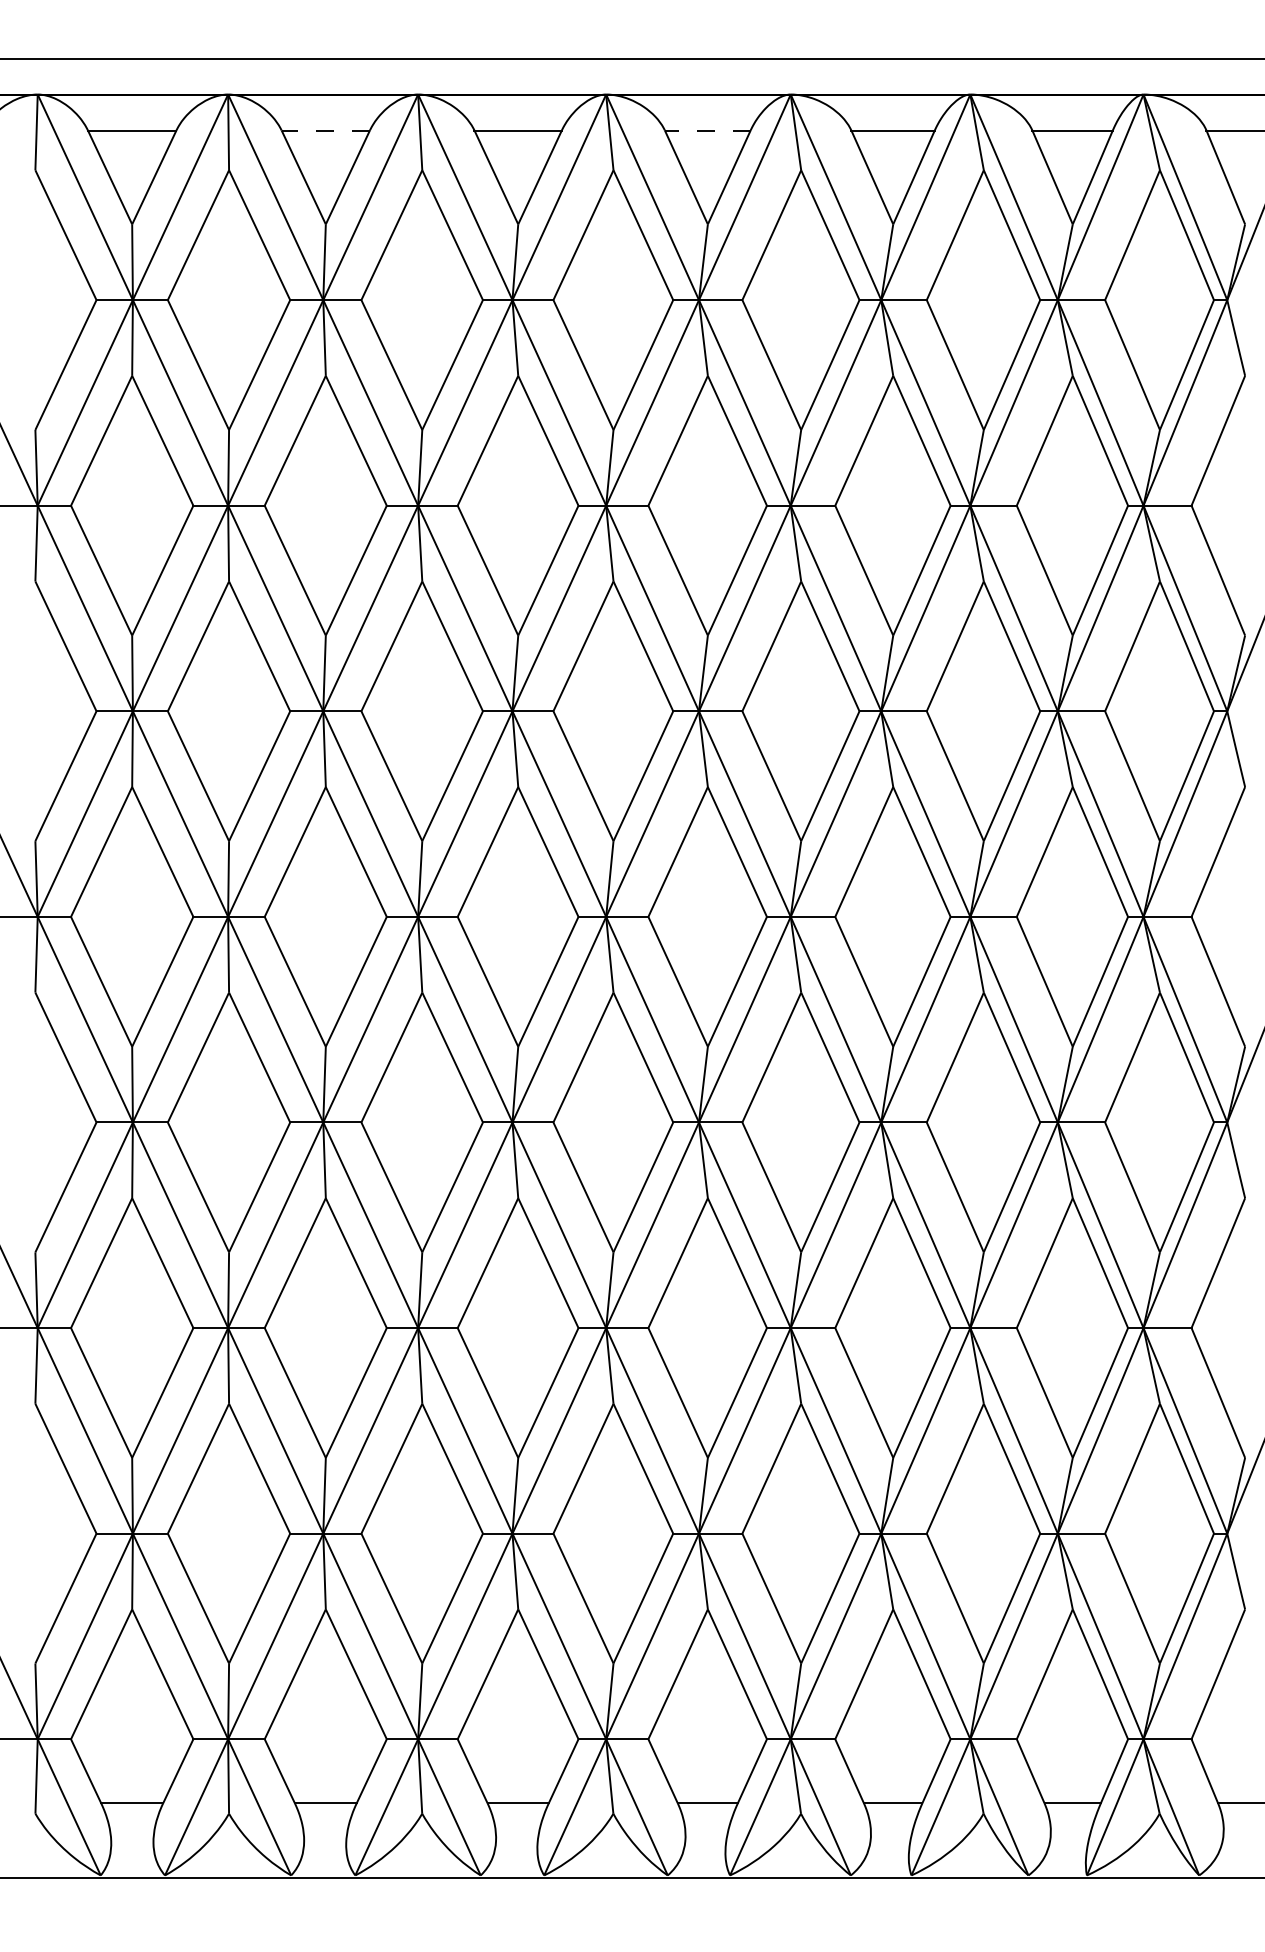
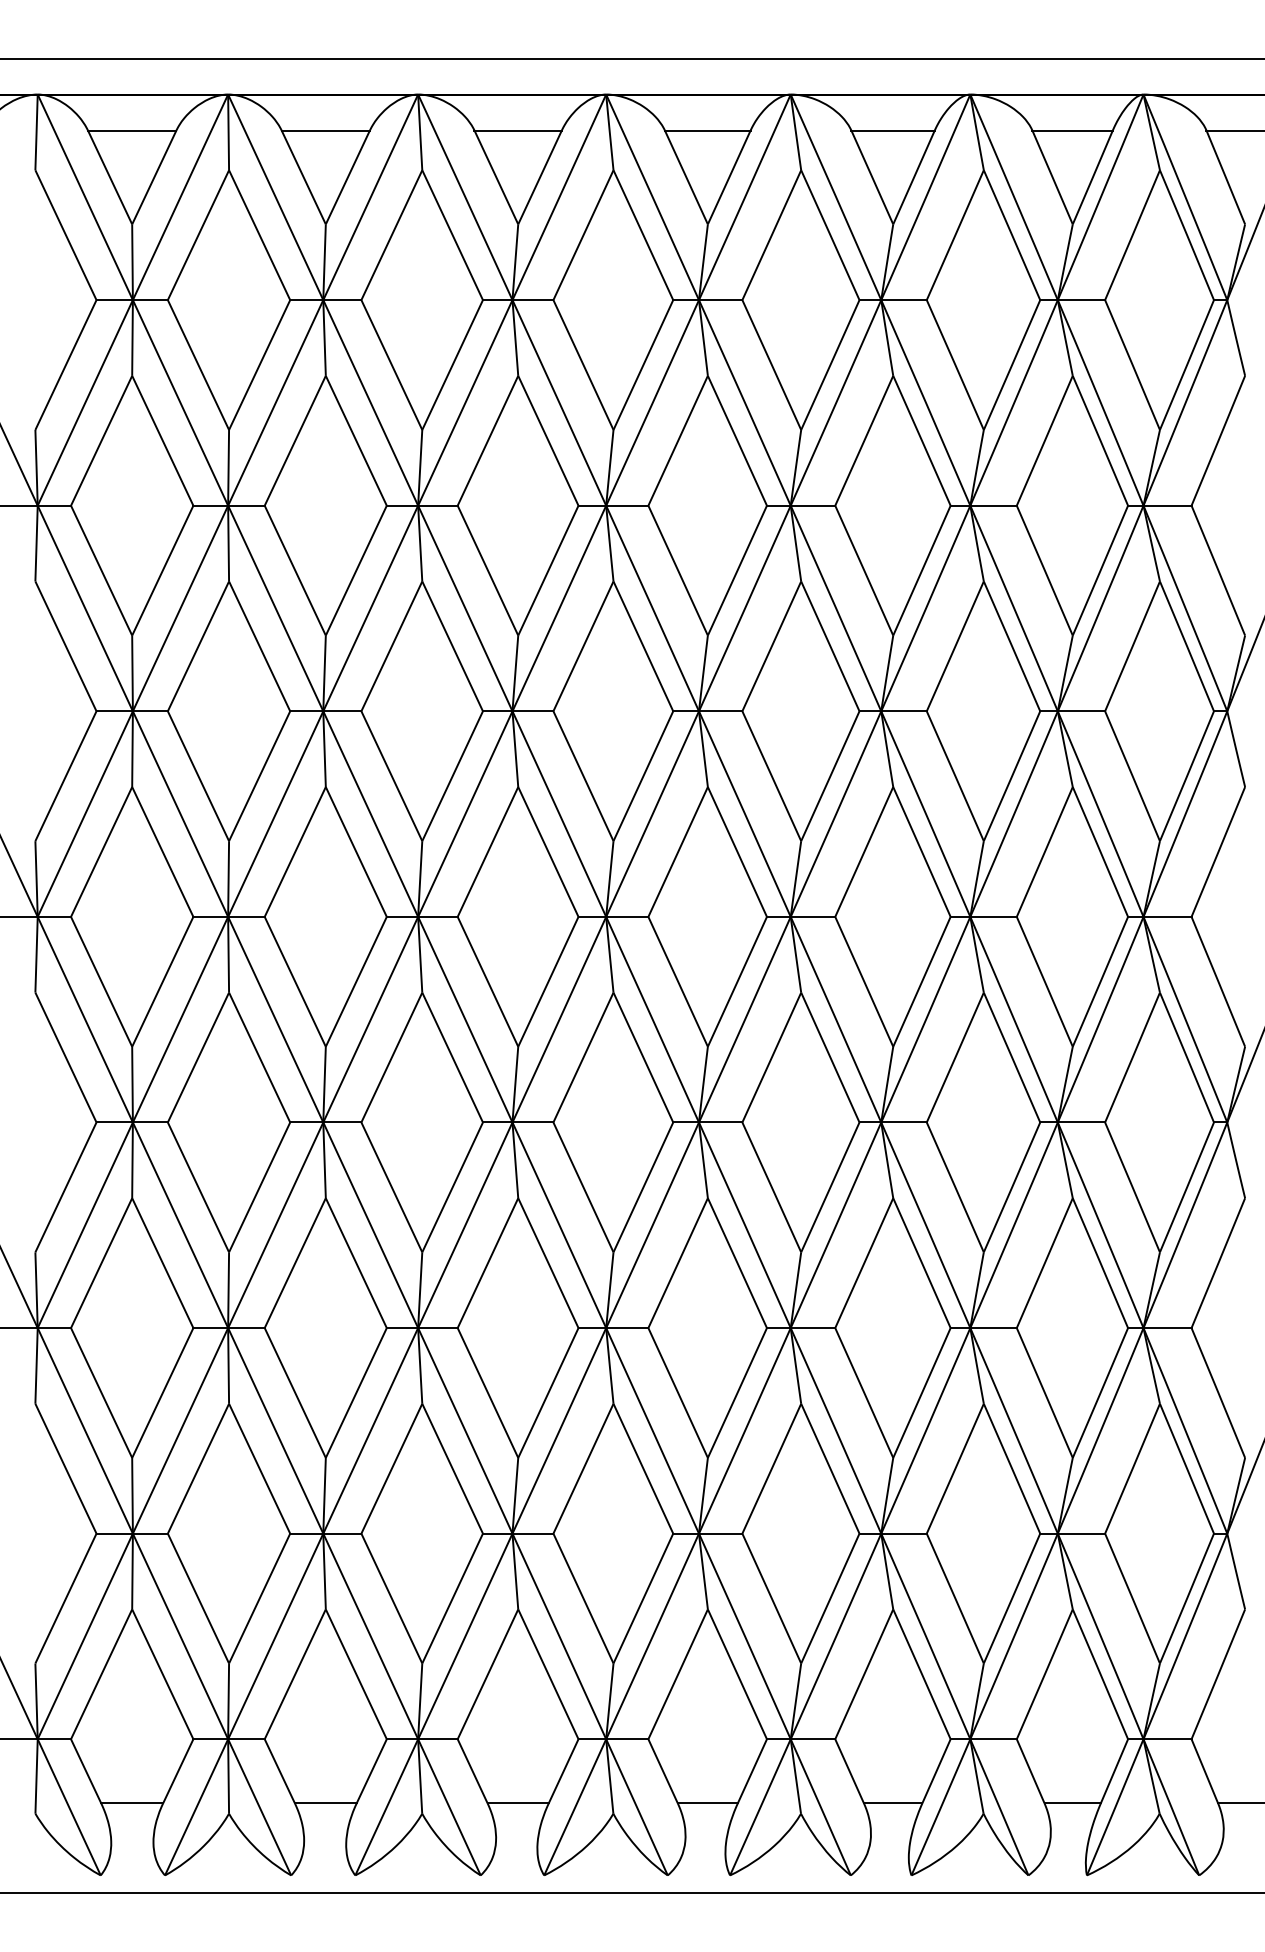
line at (325, 130): dashed -> solid
line at (707, 130): dashed -> solid
line at (631, 1878) position: (631, 1878) -> (631, 1893)
